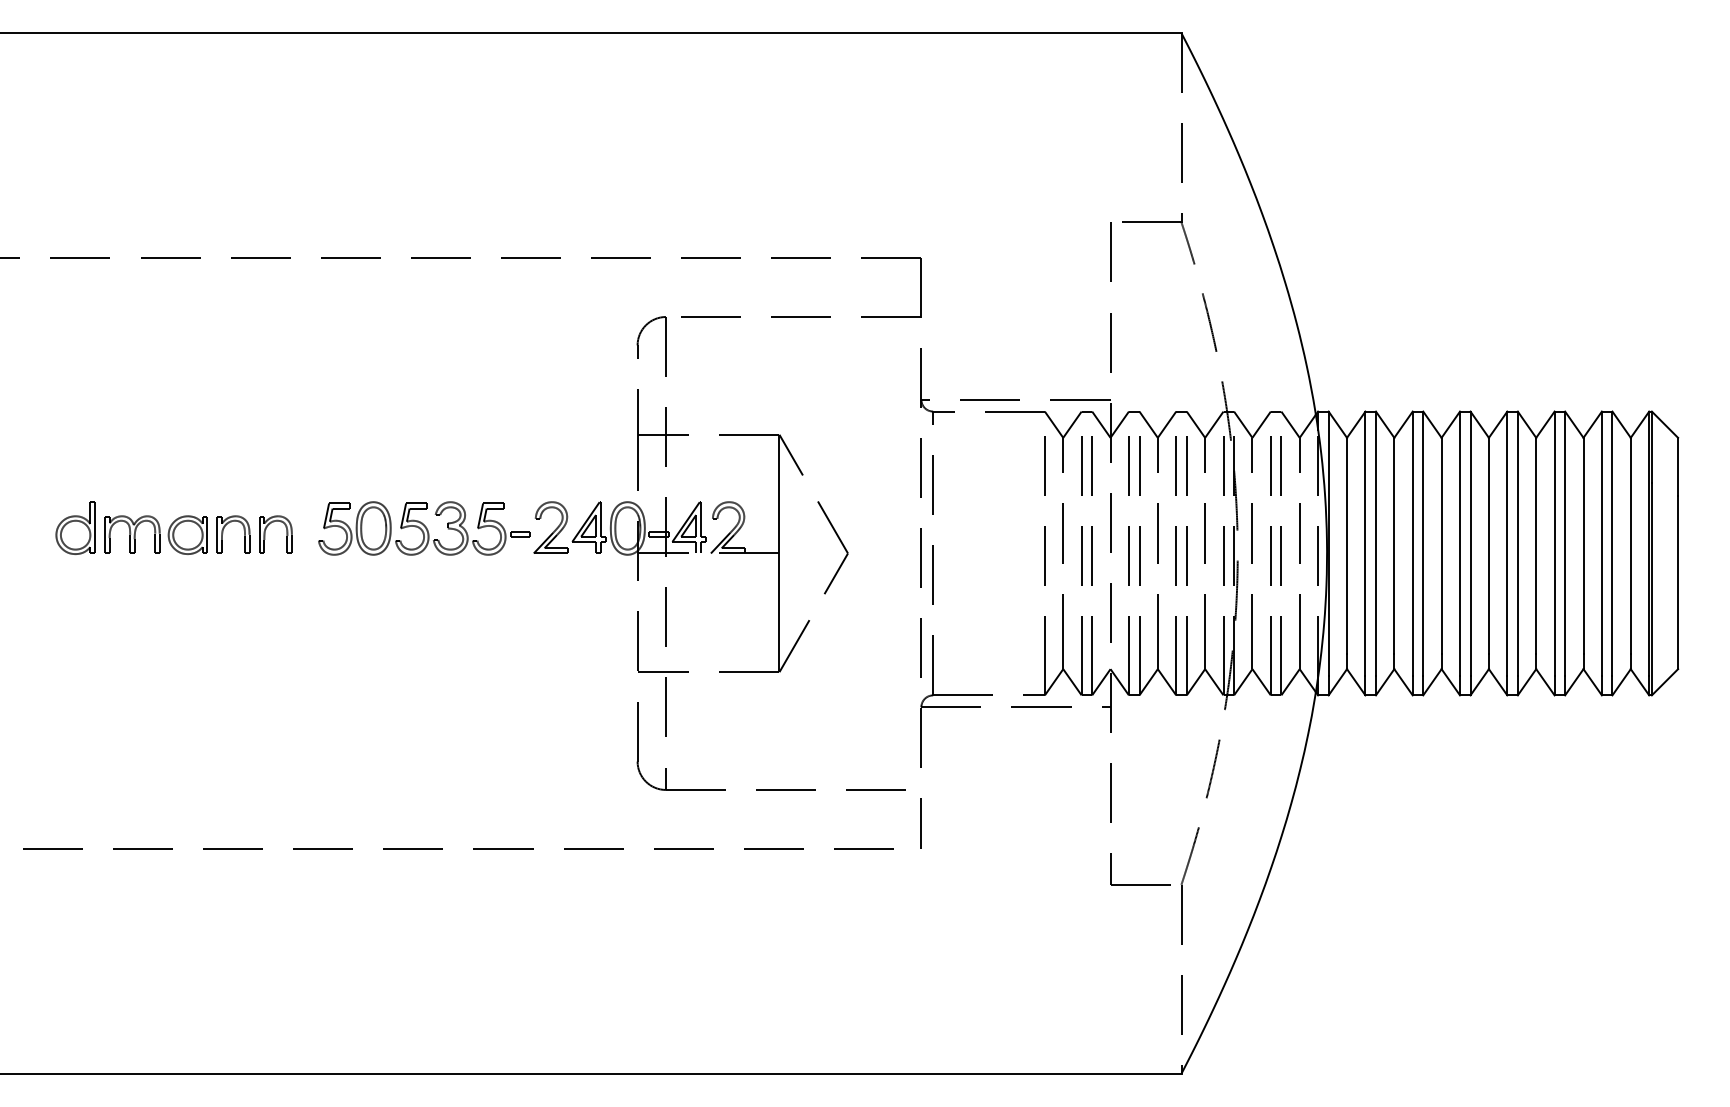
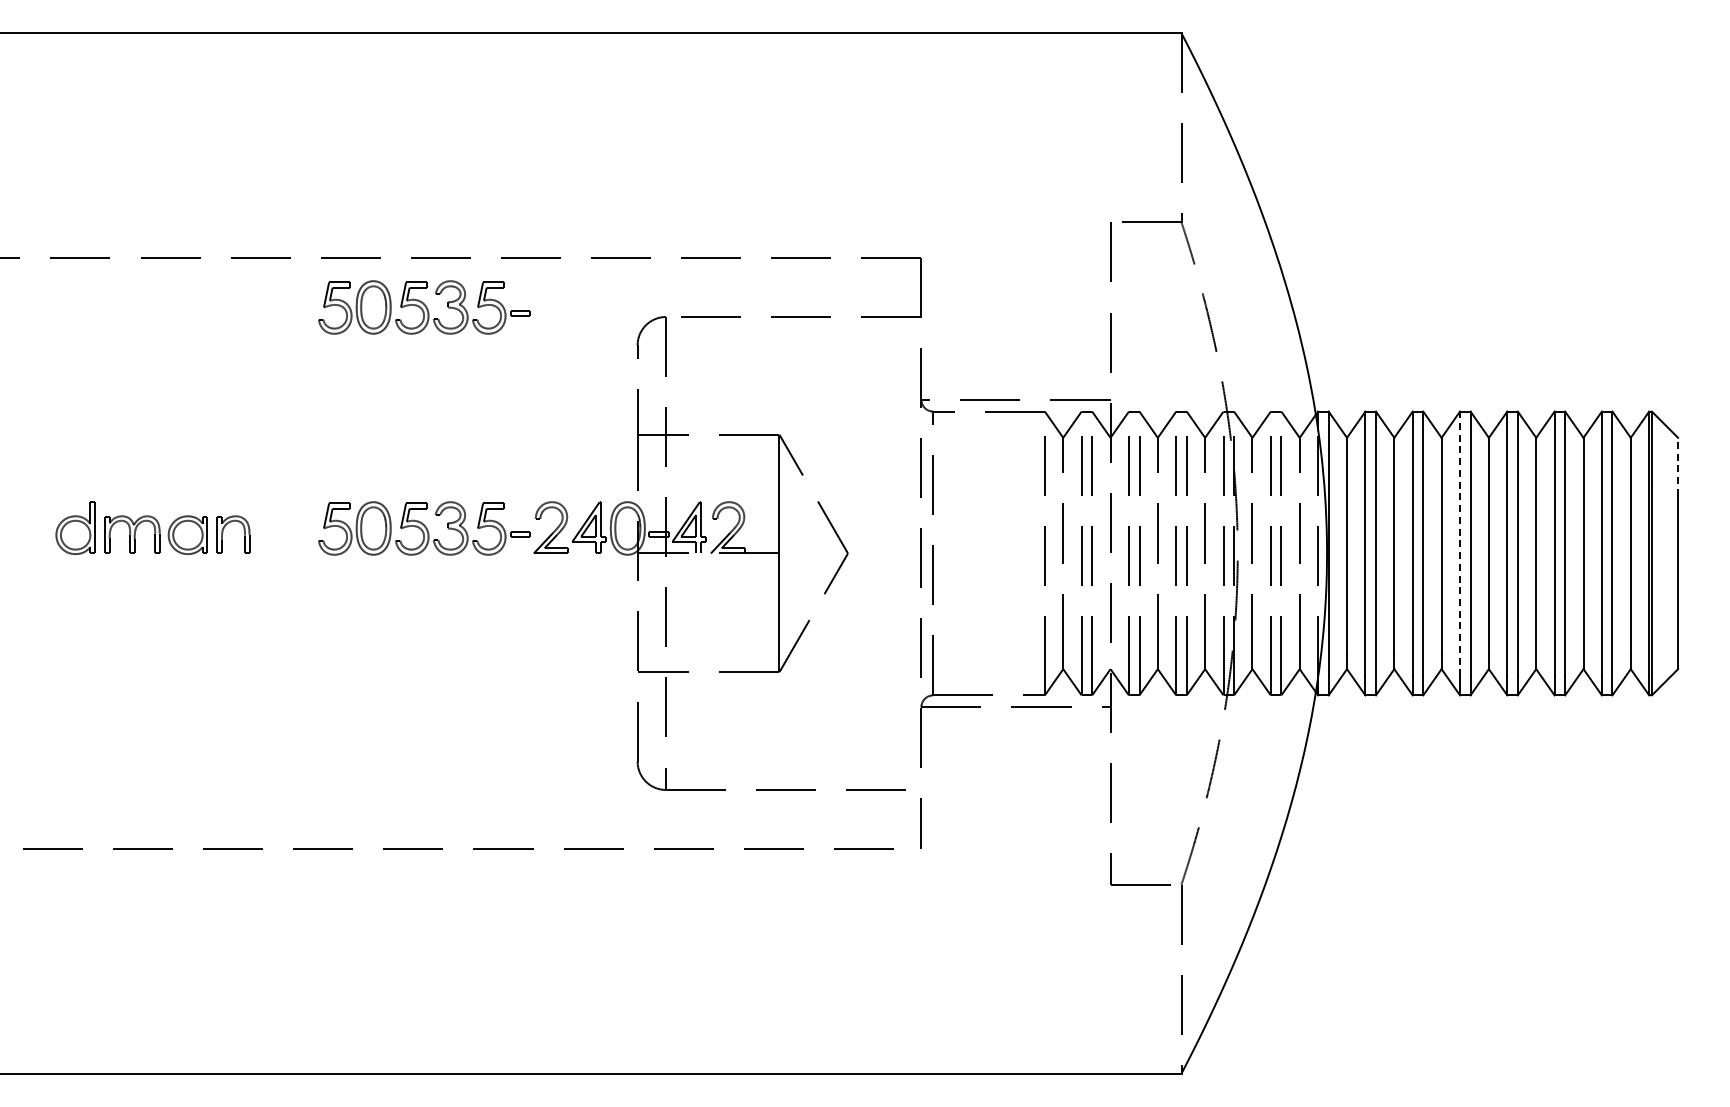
part at (424, 307): none -> present
line at (1678, 466): solid -> dashed
part at (265, 534): present -> none
line at (1460, 543): solid -> dashed
